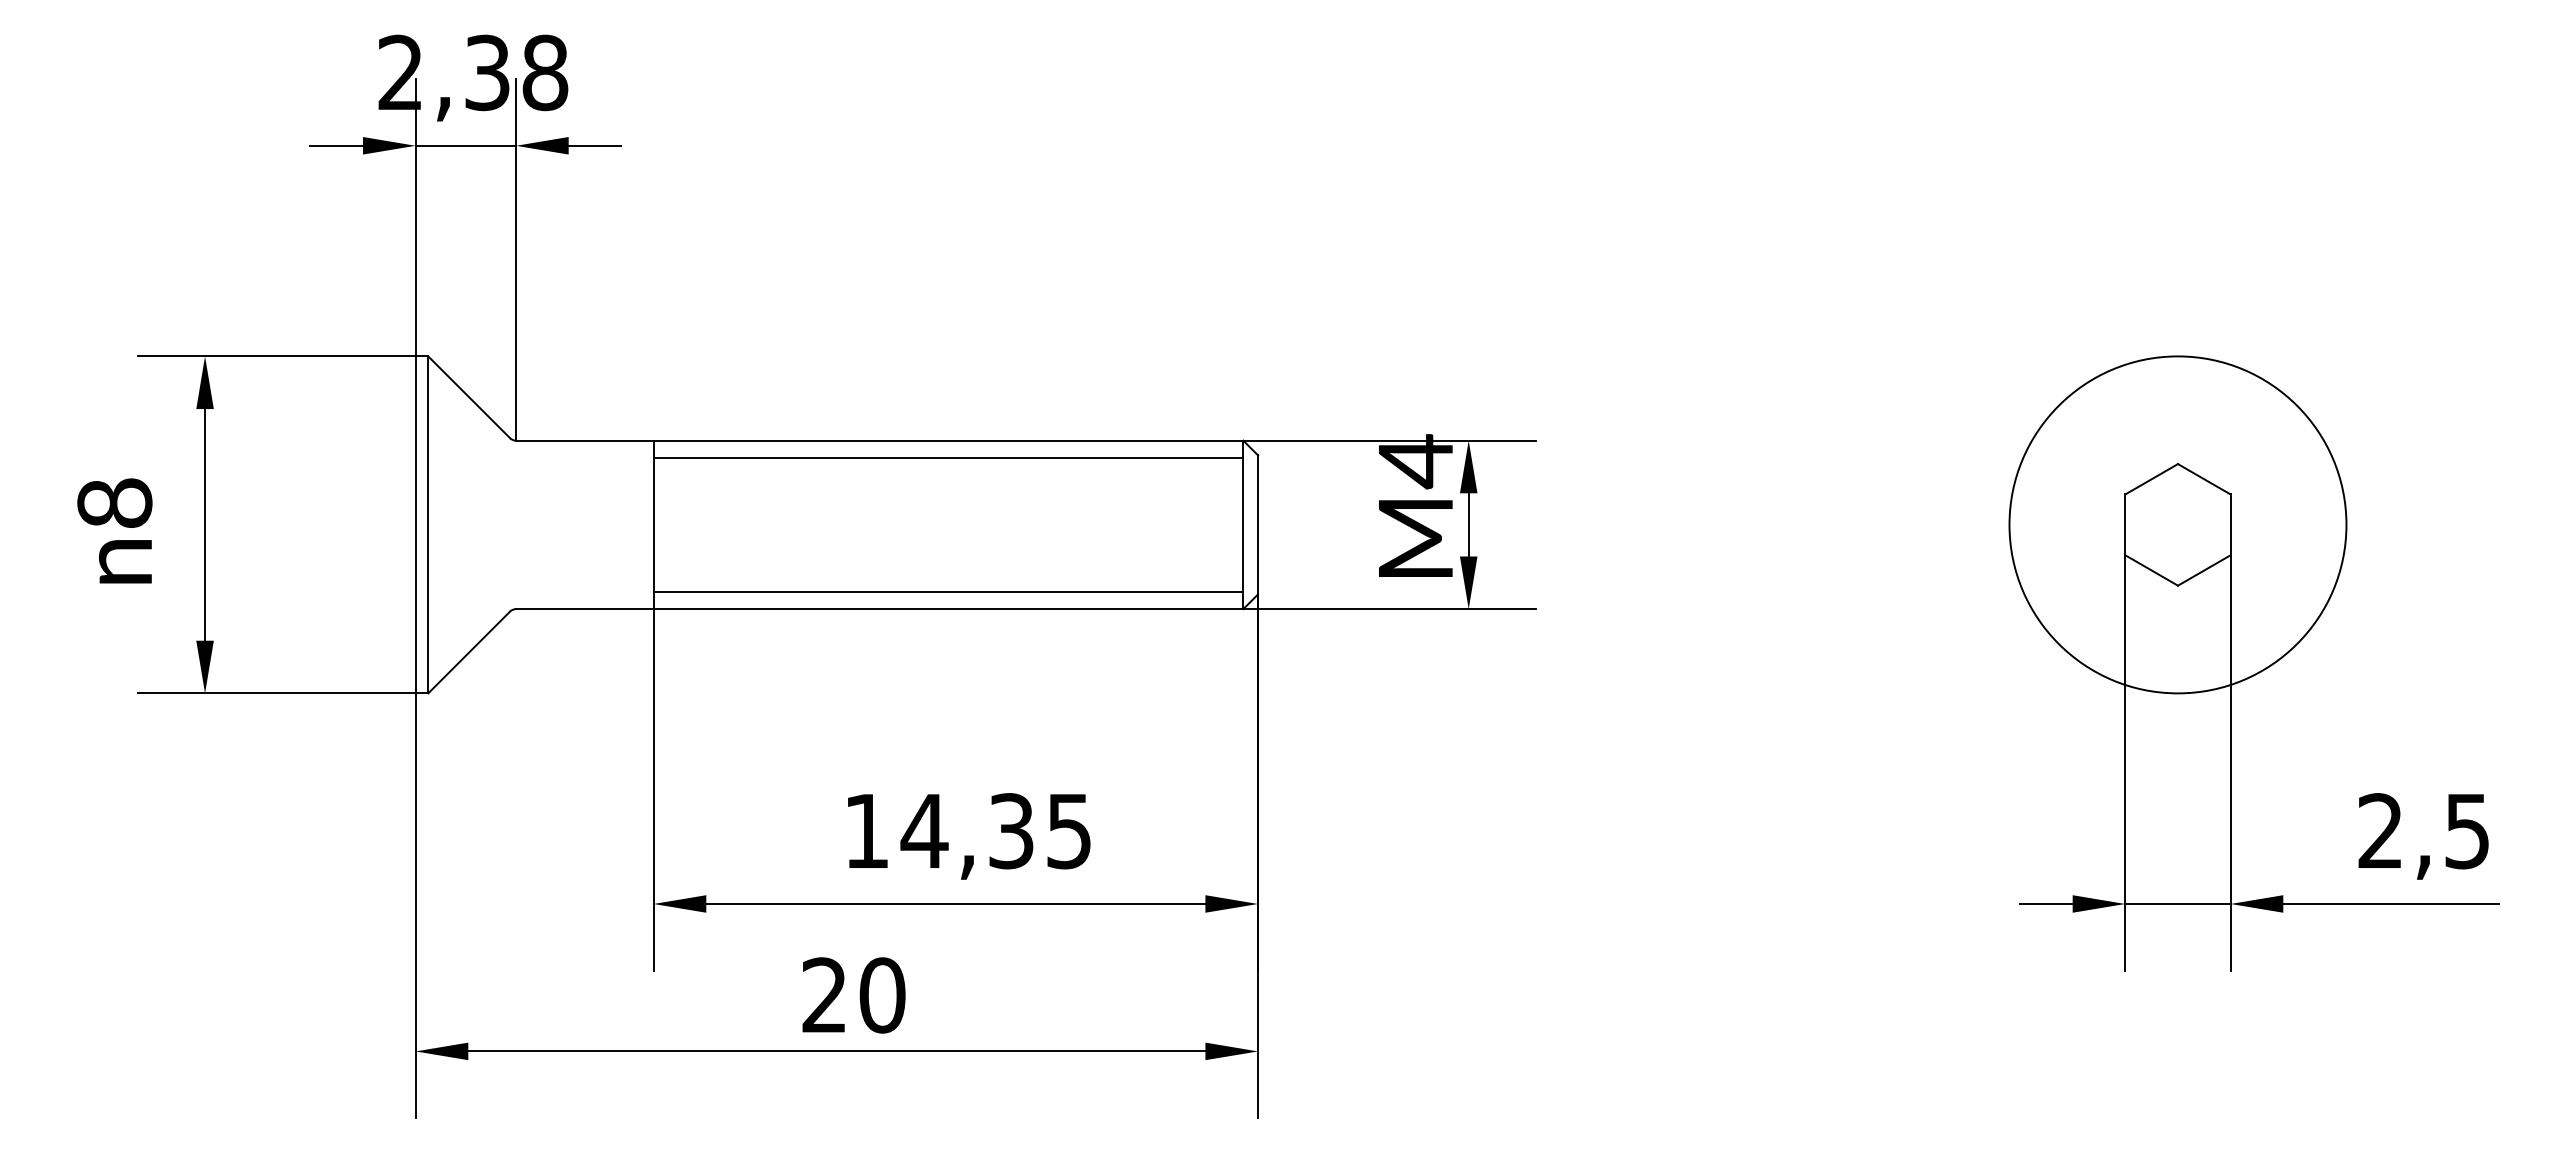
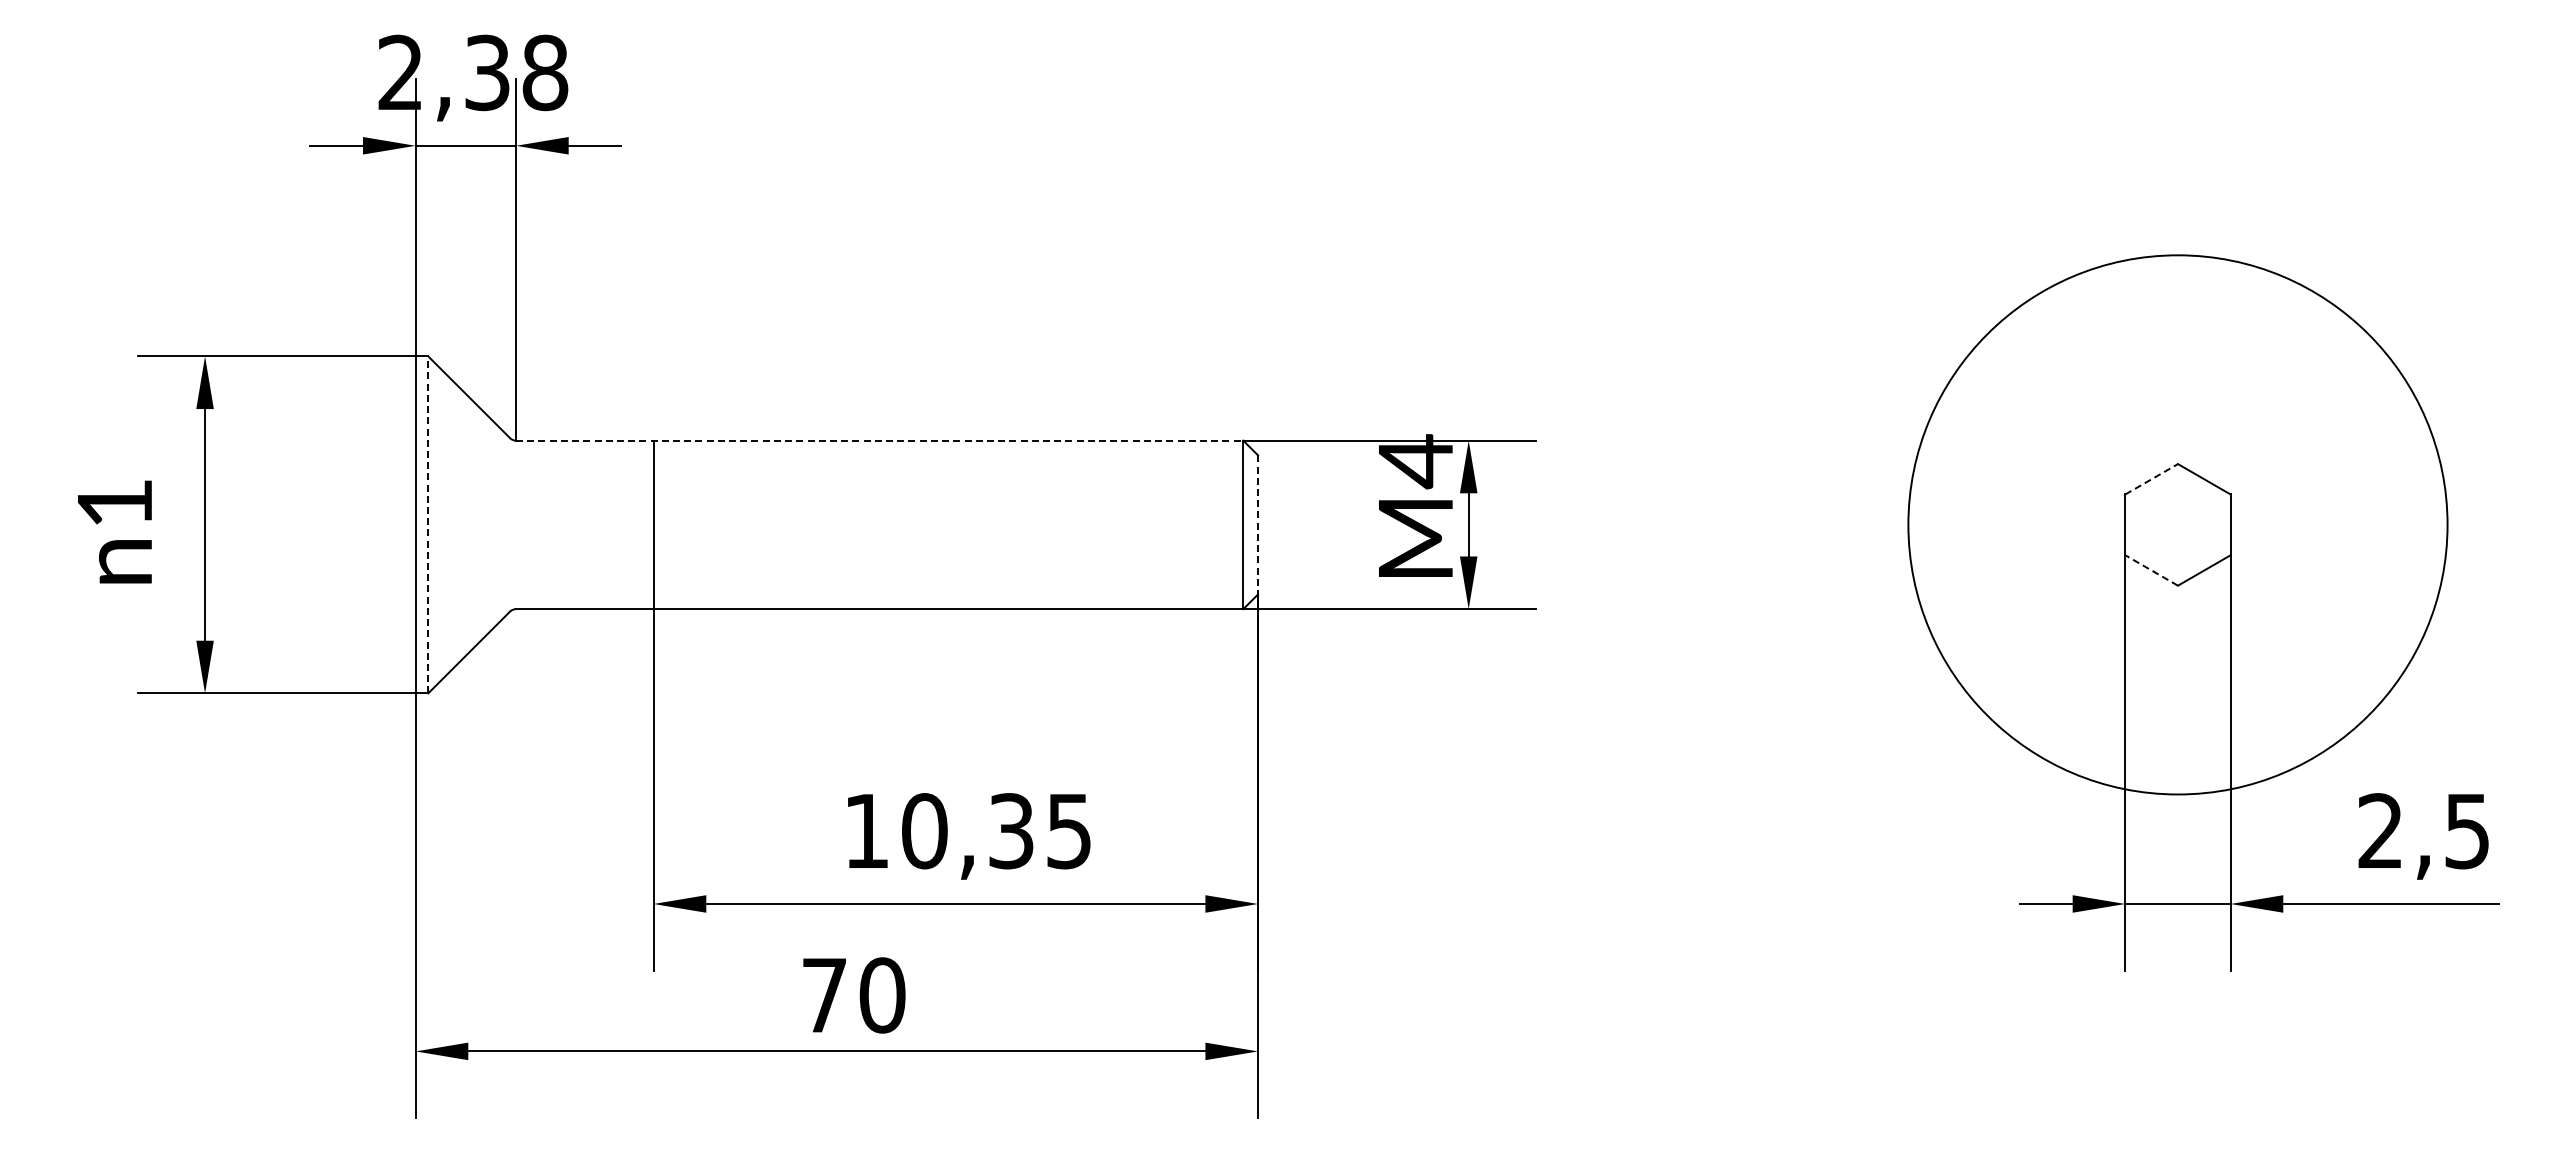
line at (879, 440): solid -> dashed
line at (948, 458): present -> none
line at (2152, 479): solid -> dashed
text at (114, 502): 8 -> 1
line at (428, 524): solid -> dashed
line at (1258, 524): solid -> dashed
circle at (2177, 524) diameter: 337 px -> 539 px
line at (2151, 570): solid -> dashed
line at (948, 591): present -> none
text at (924, 831): 14,35 -> 10,35
text at (823, 994): 20 -> 70
